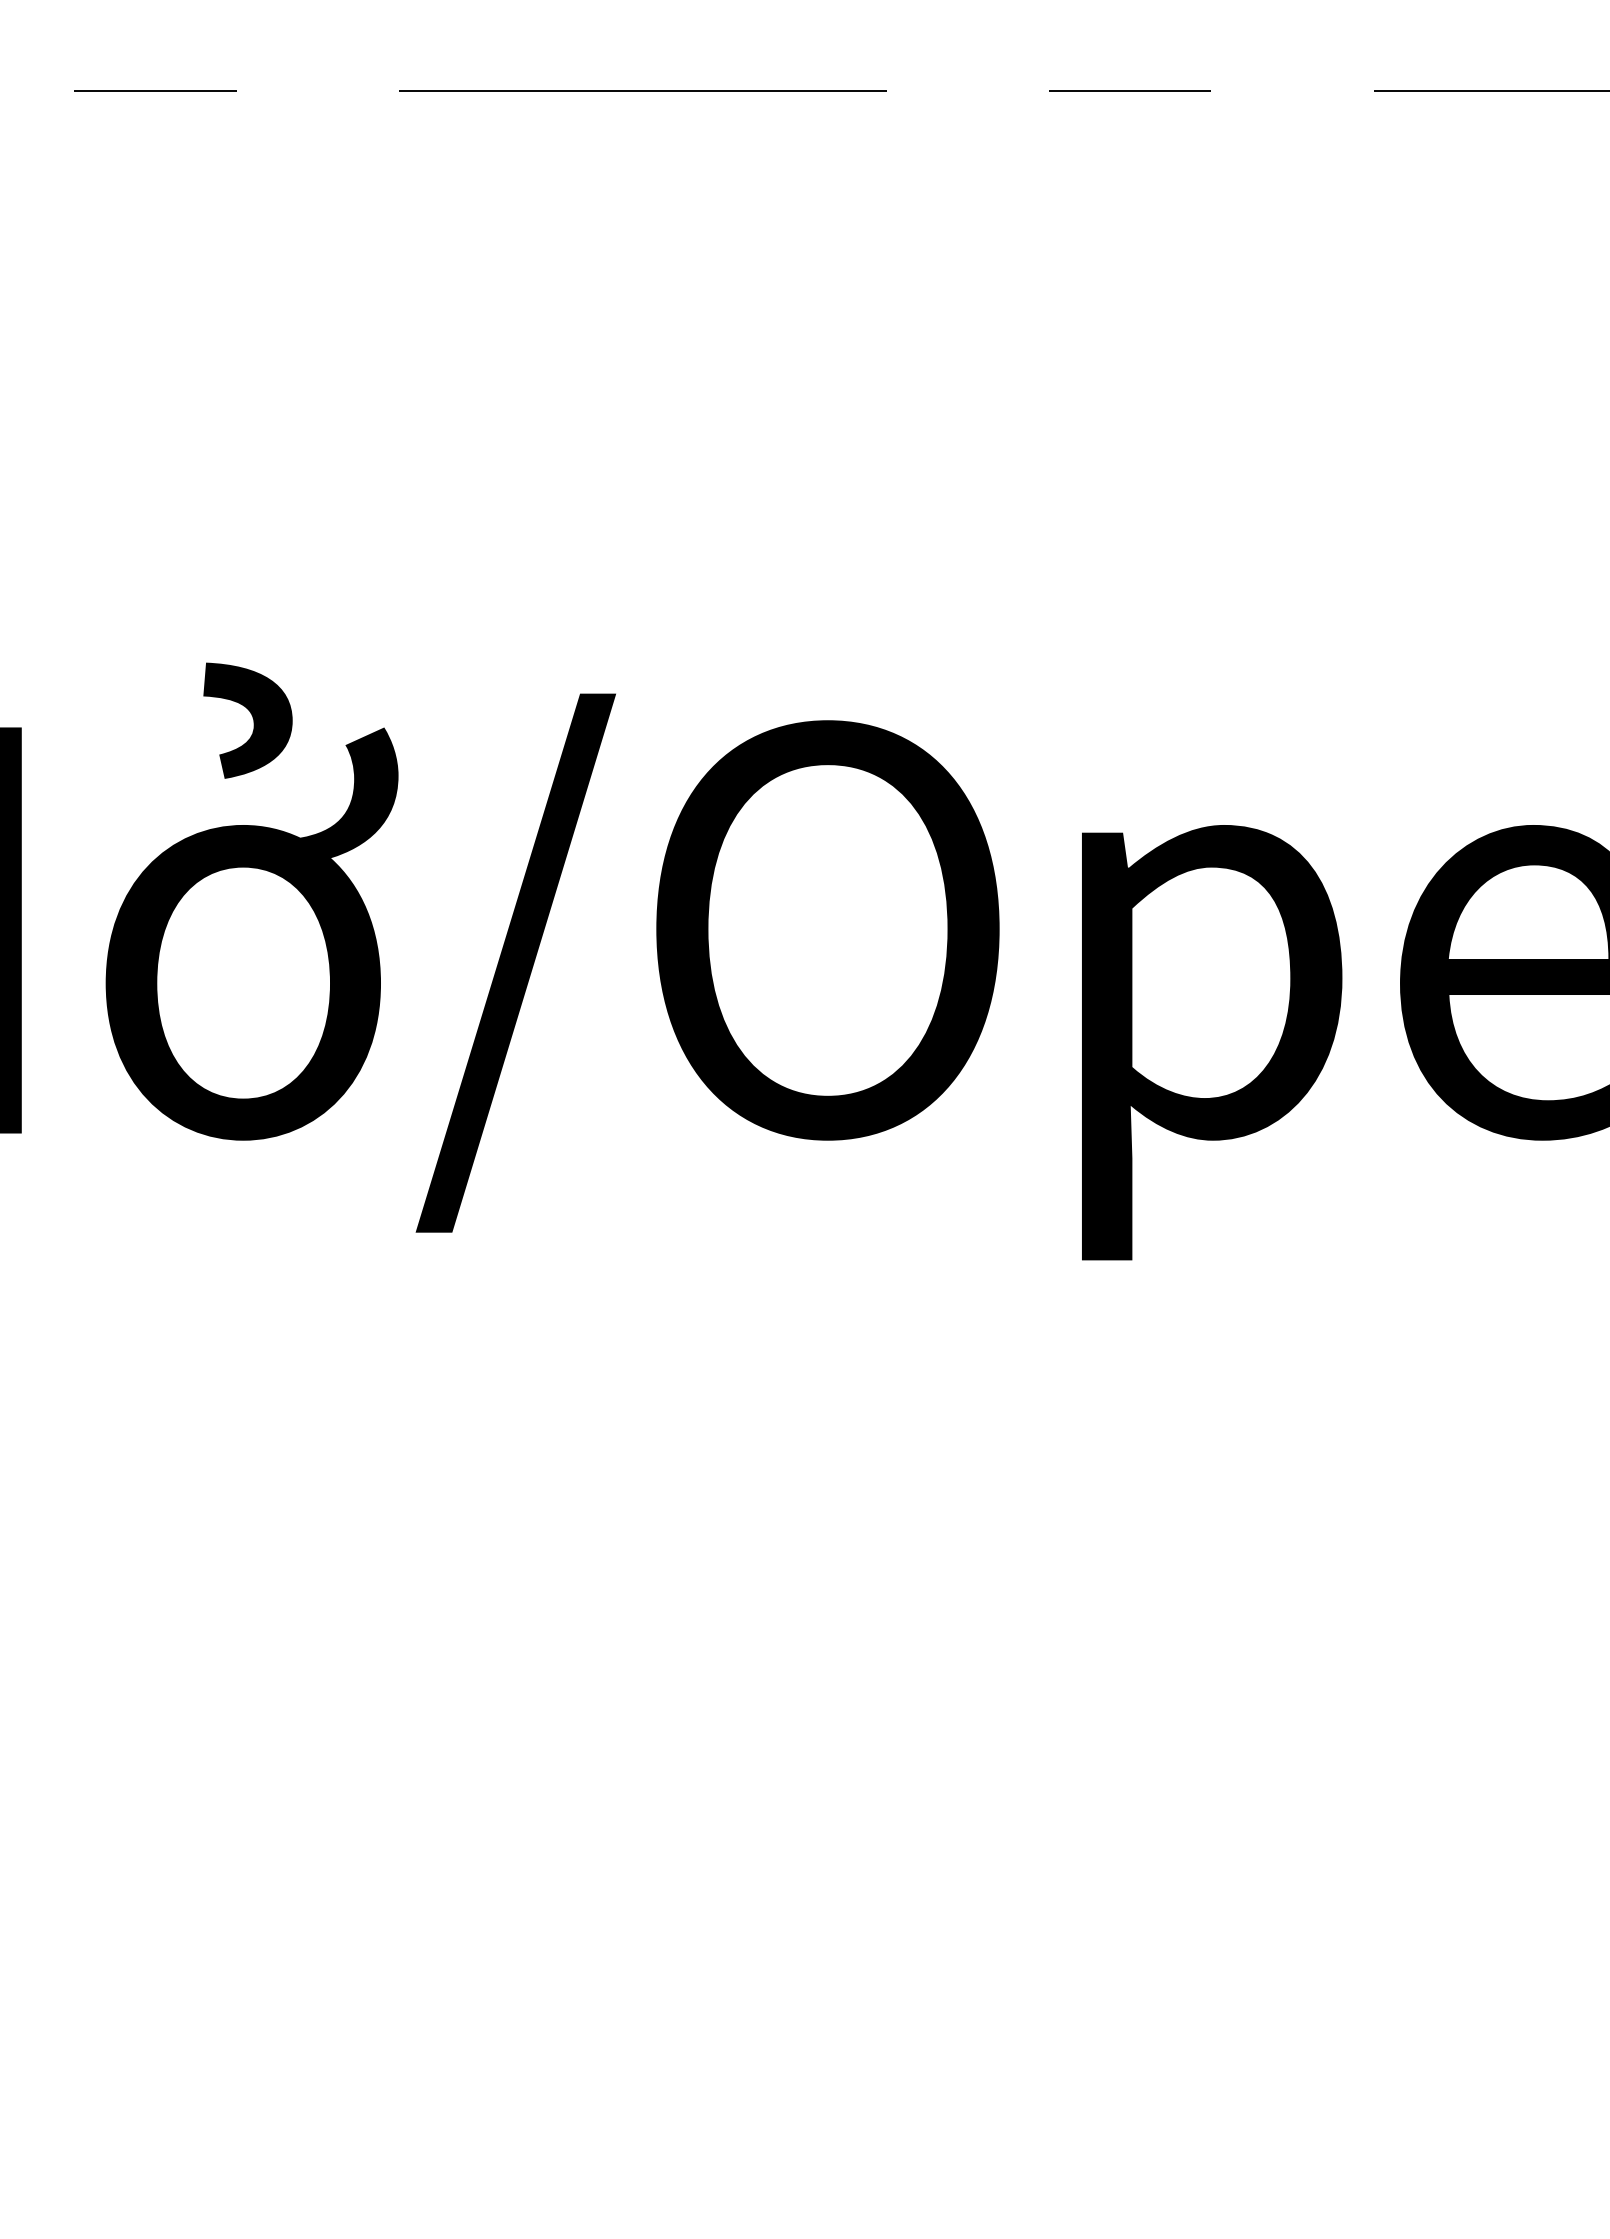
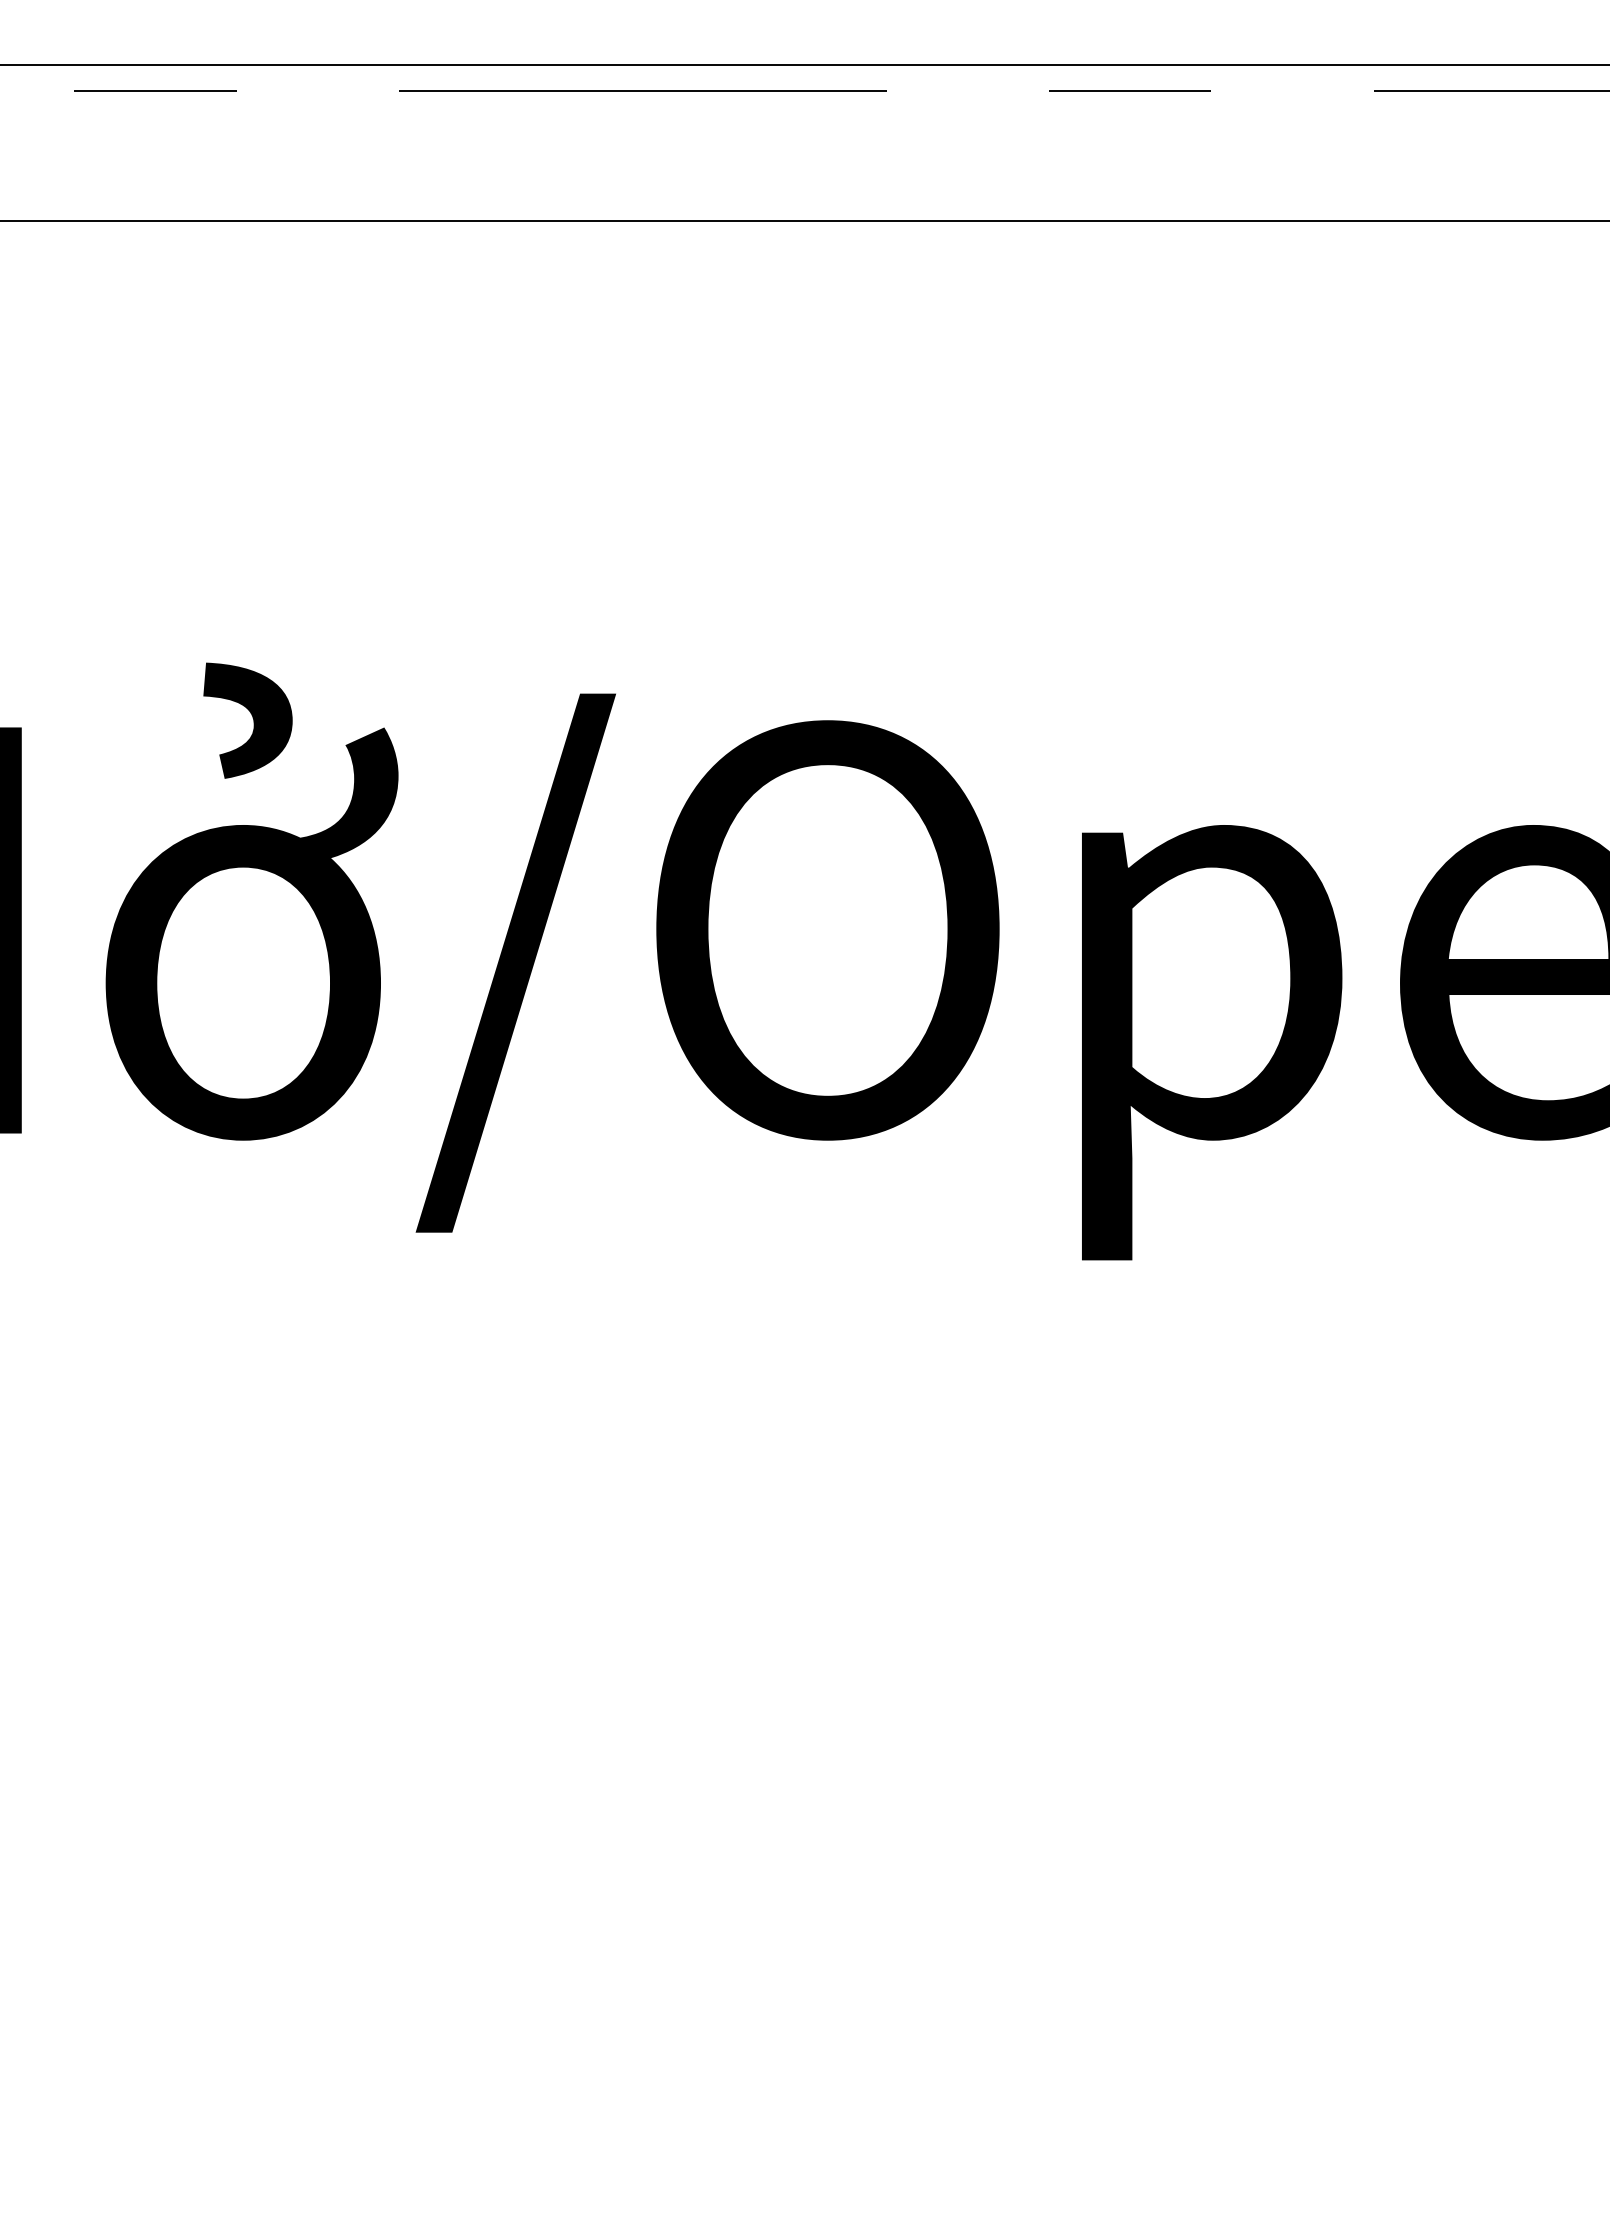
line at (804, 65): none -> present
line at (804, 220): none -> present
